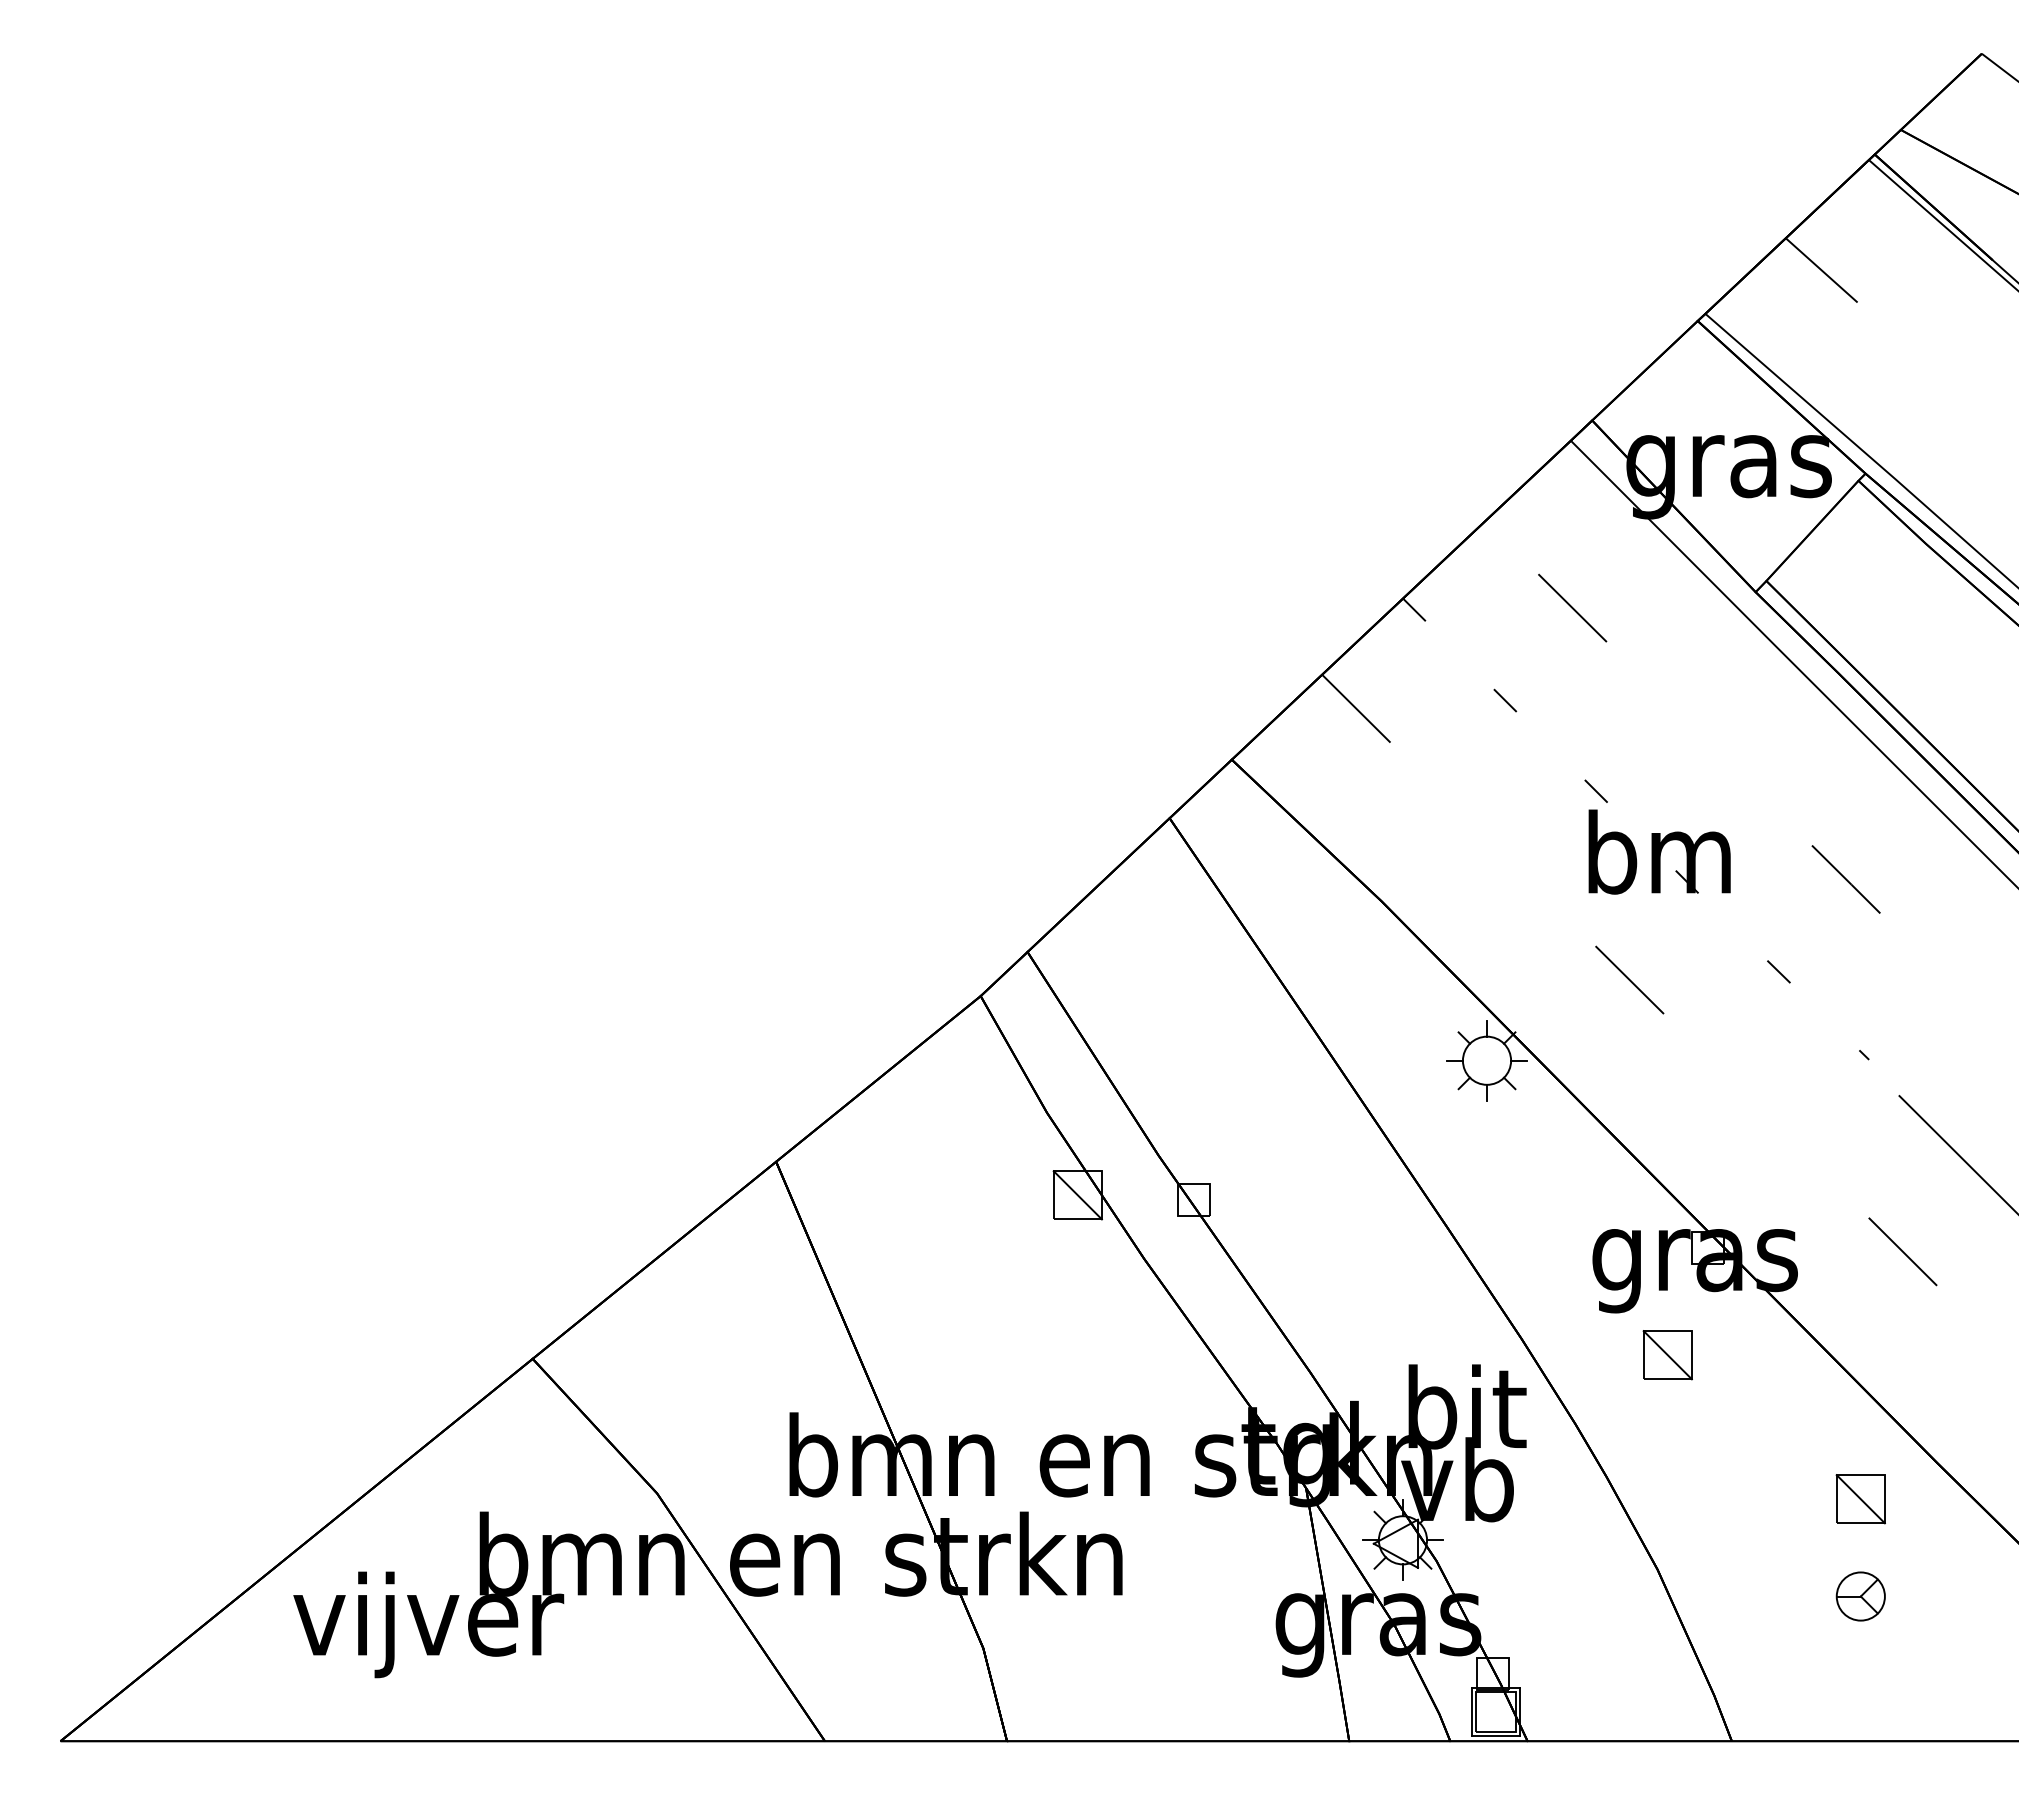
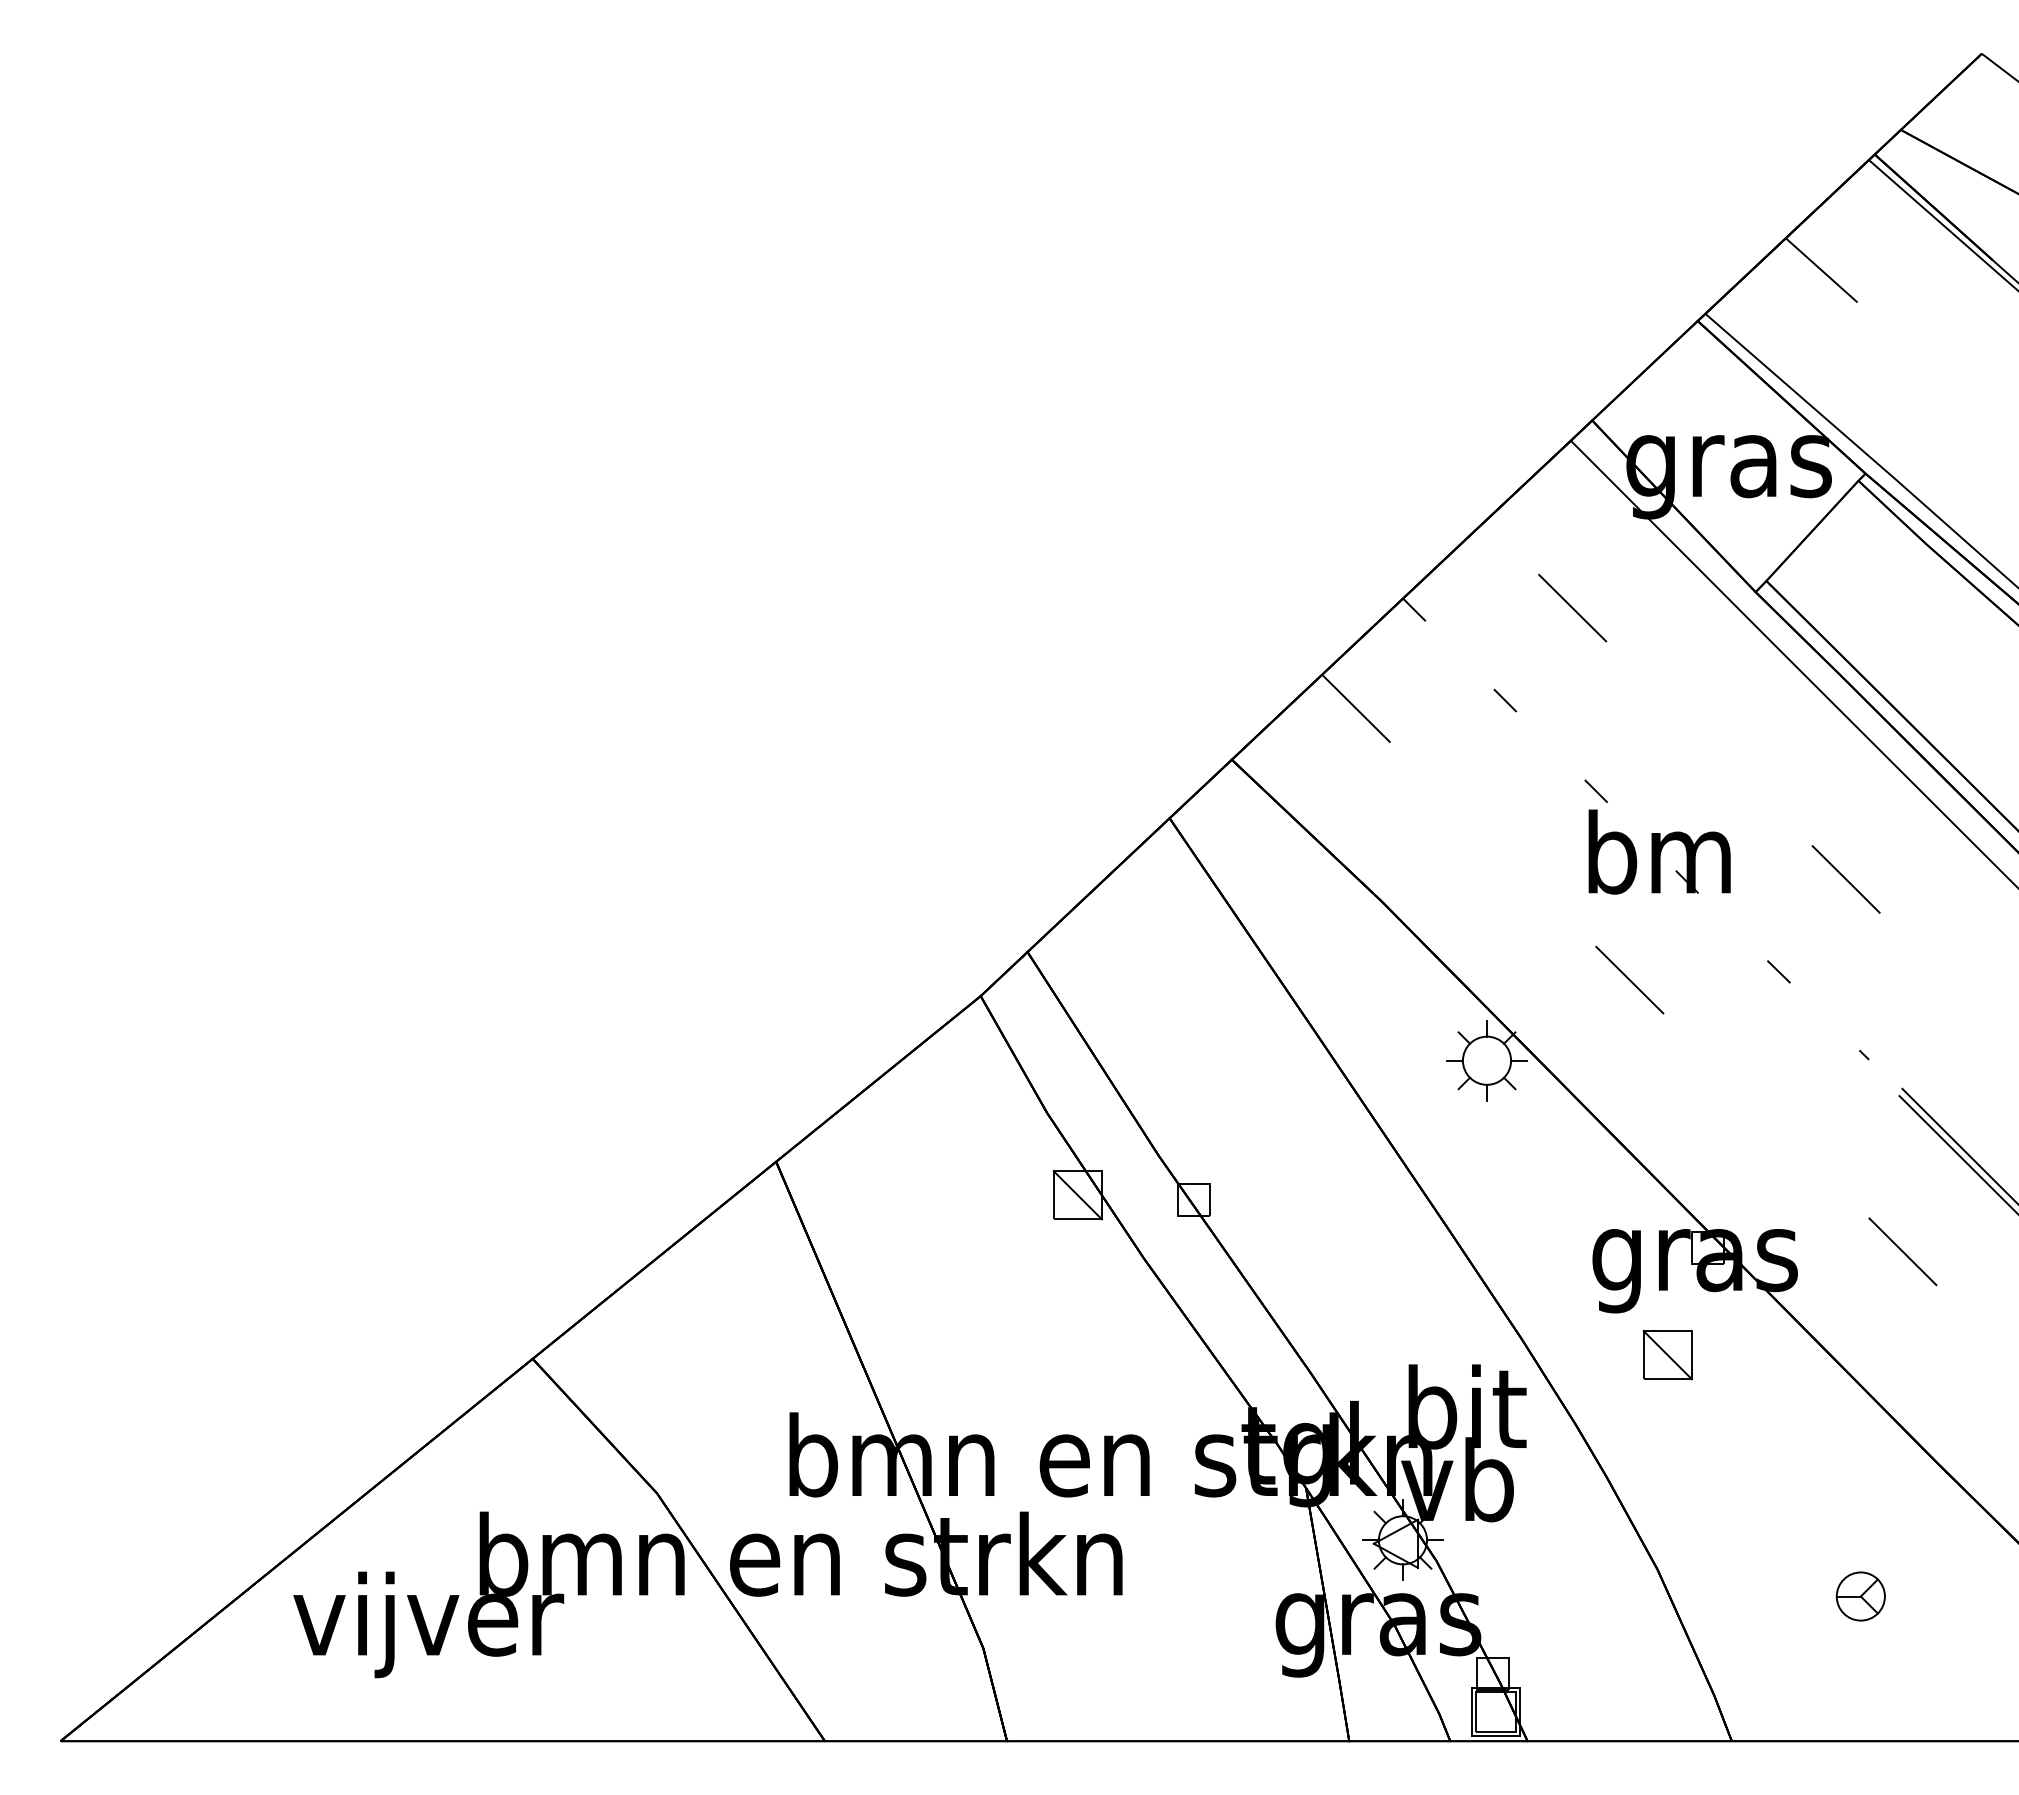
line at (1958, 1144): none -> present
part at (1860, 1499): present -> none
